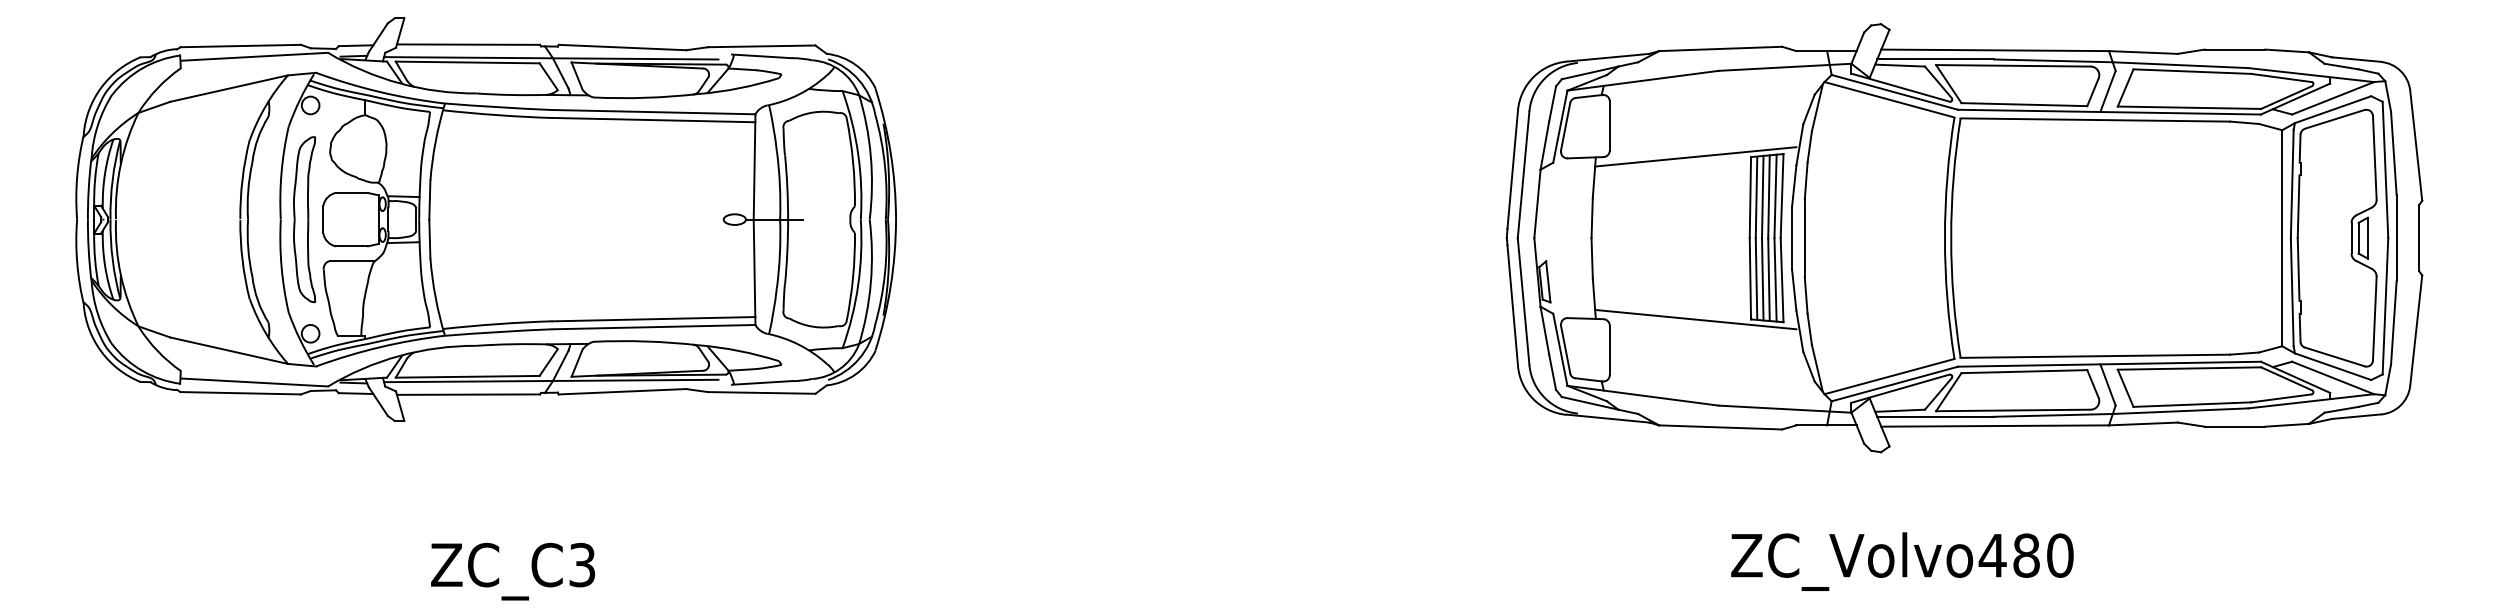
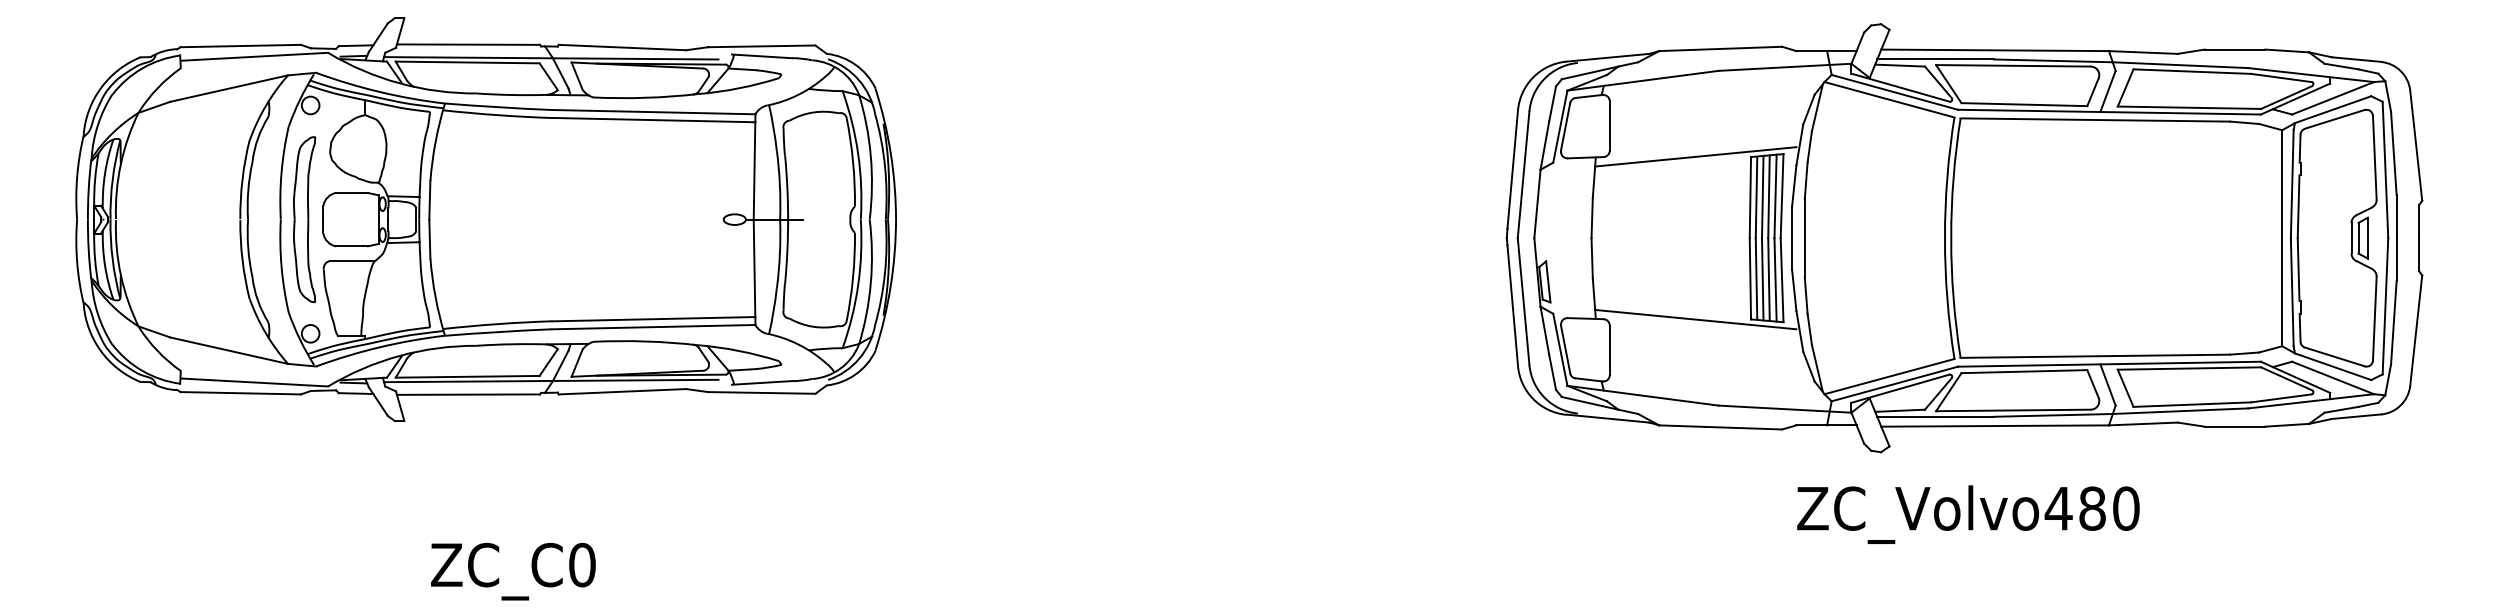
text at (1902, 561) position: (1902, 561) -> (1968, 514)
text at (582, 564): ZC_C3 -> ZC_C0
